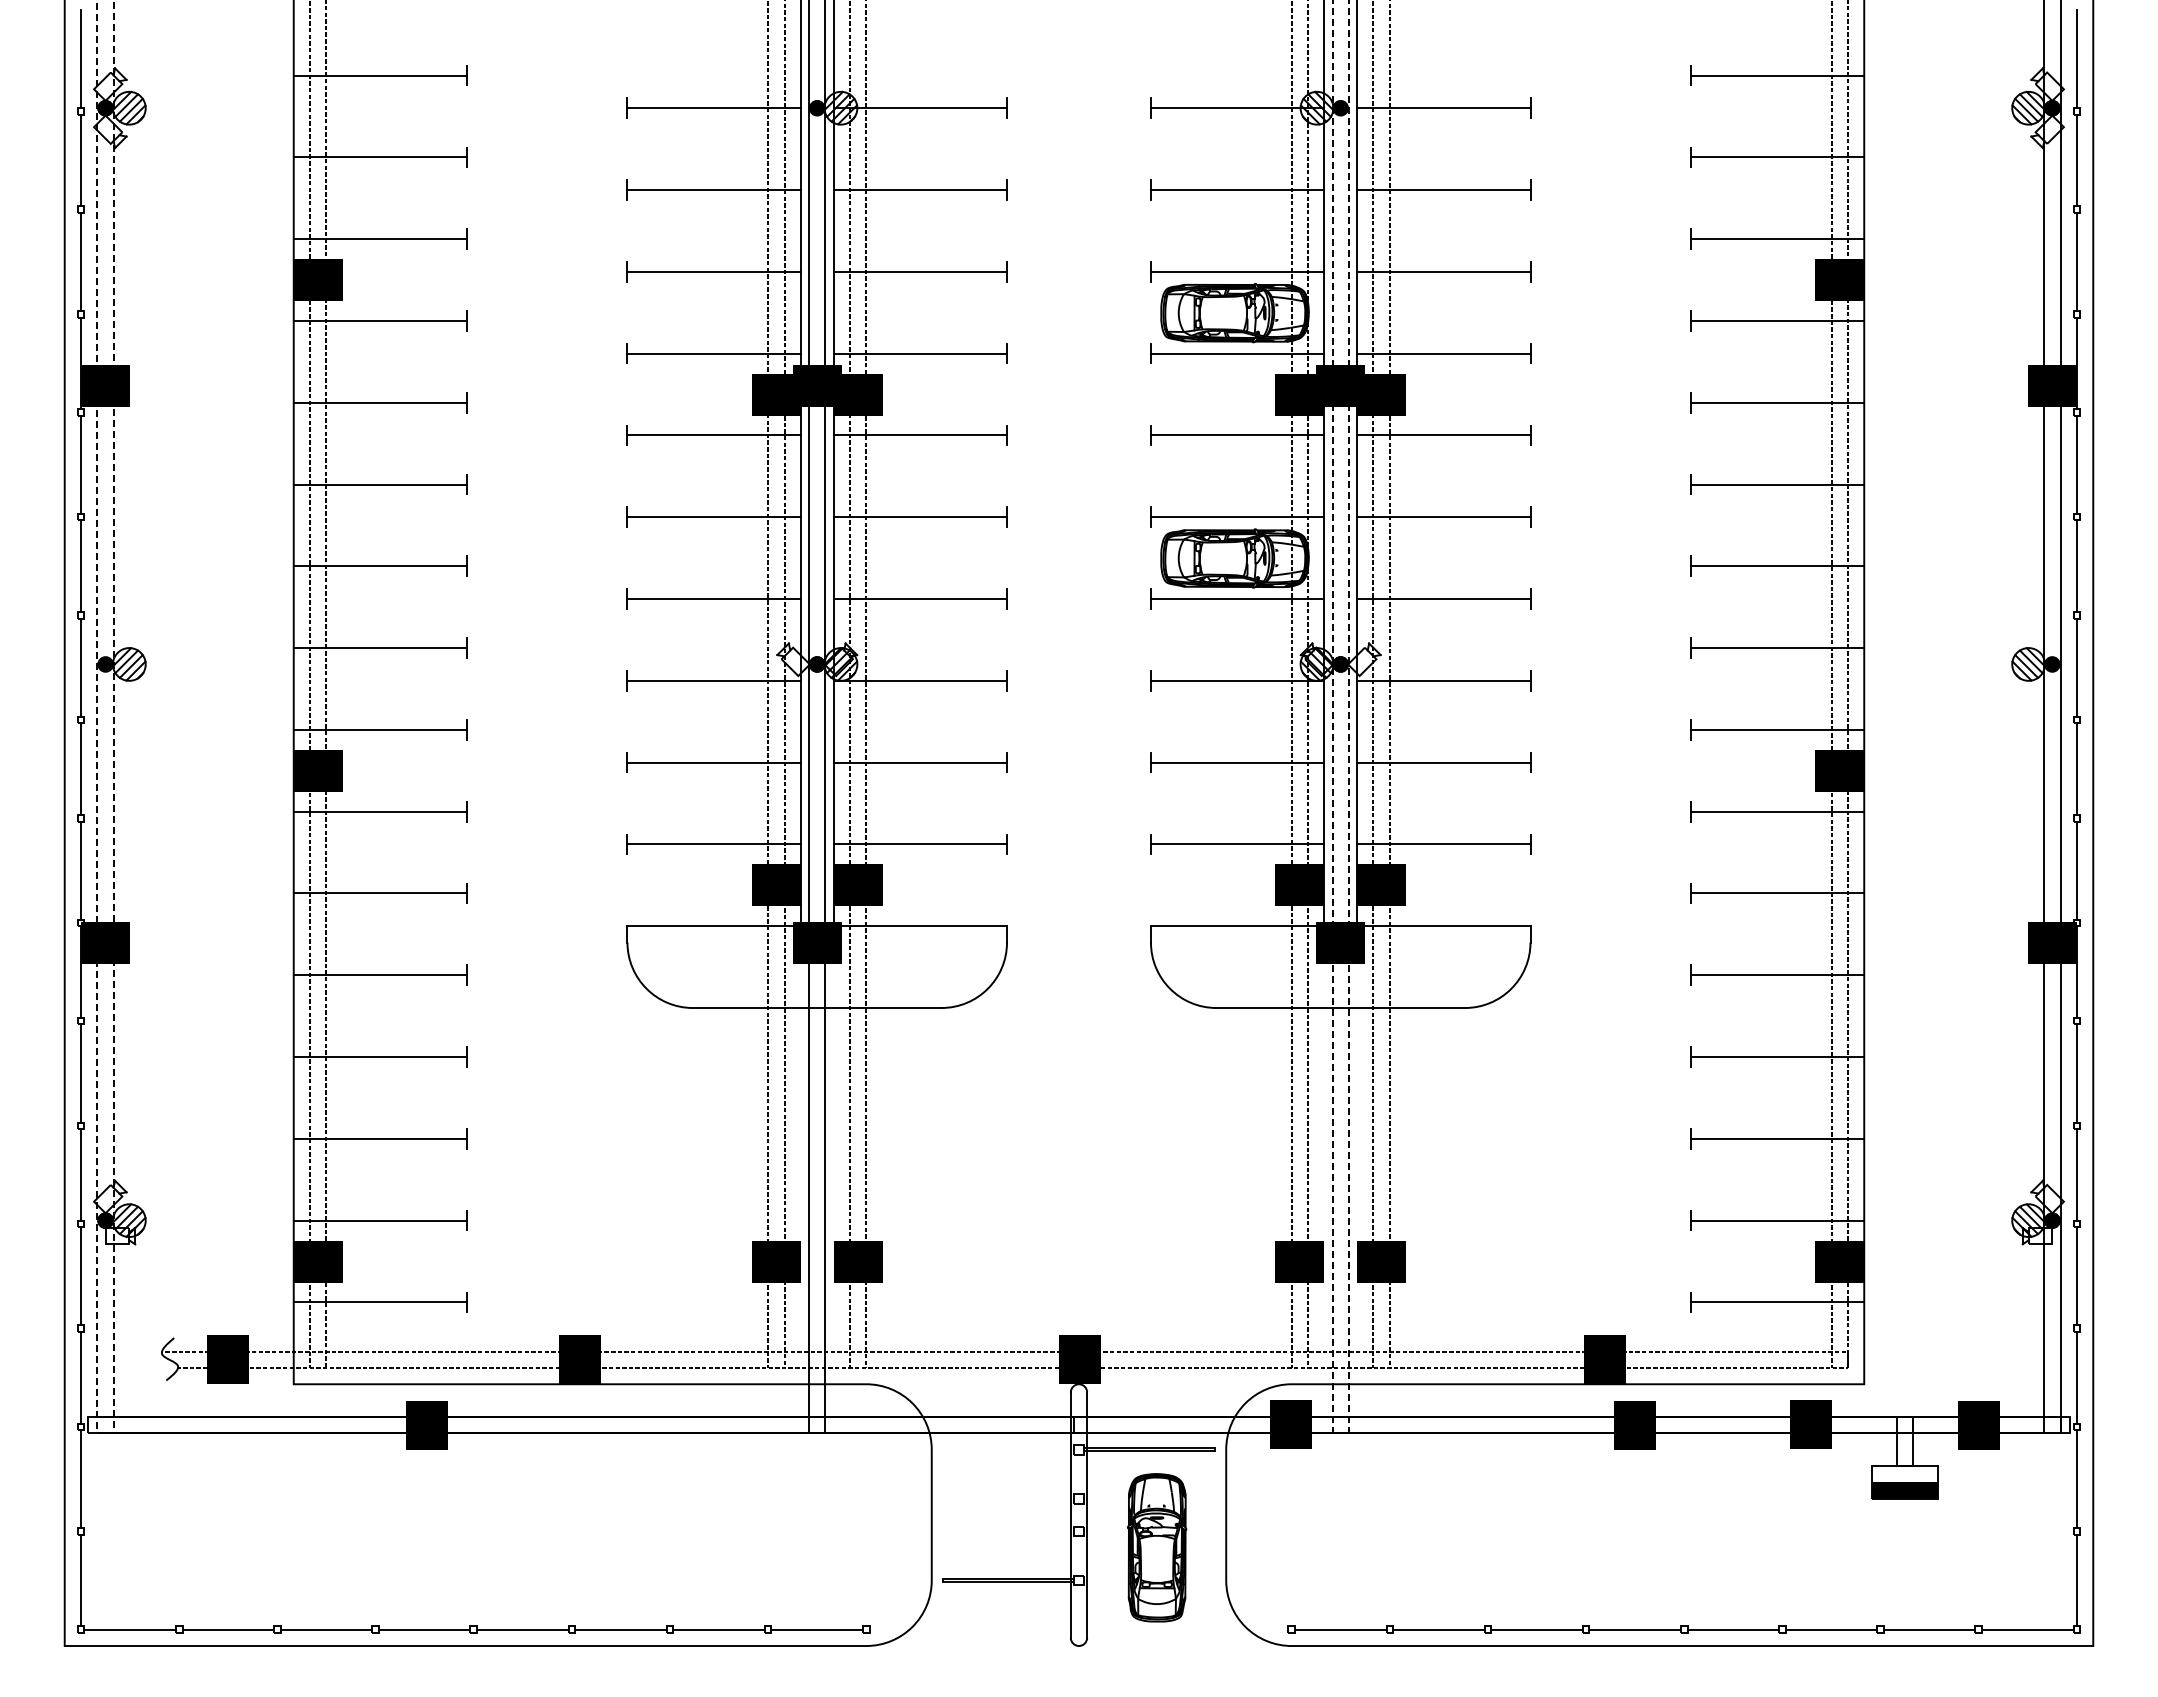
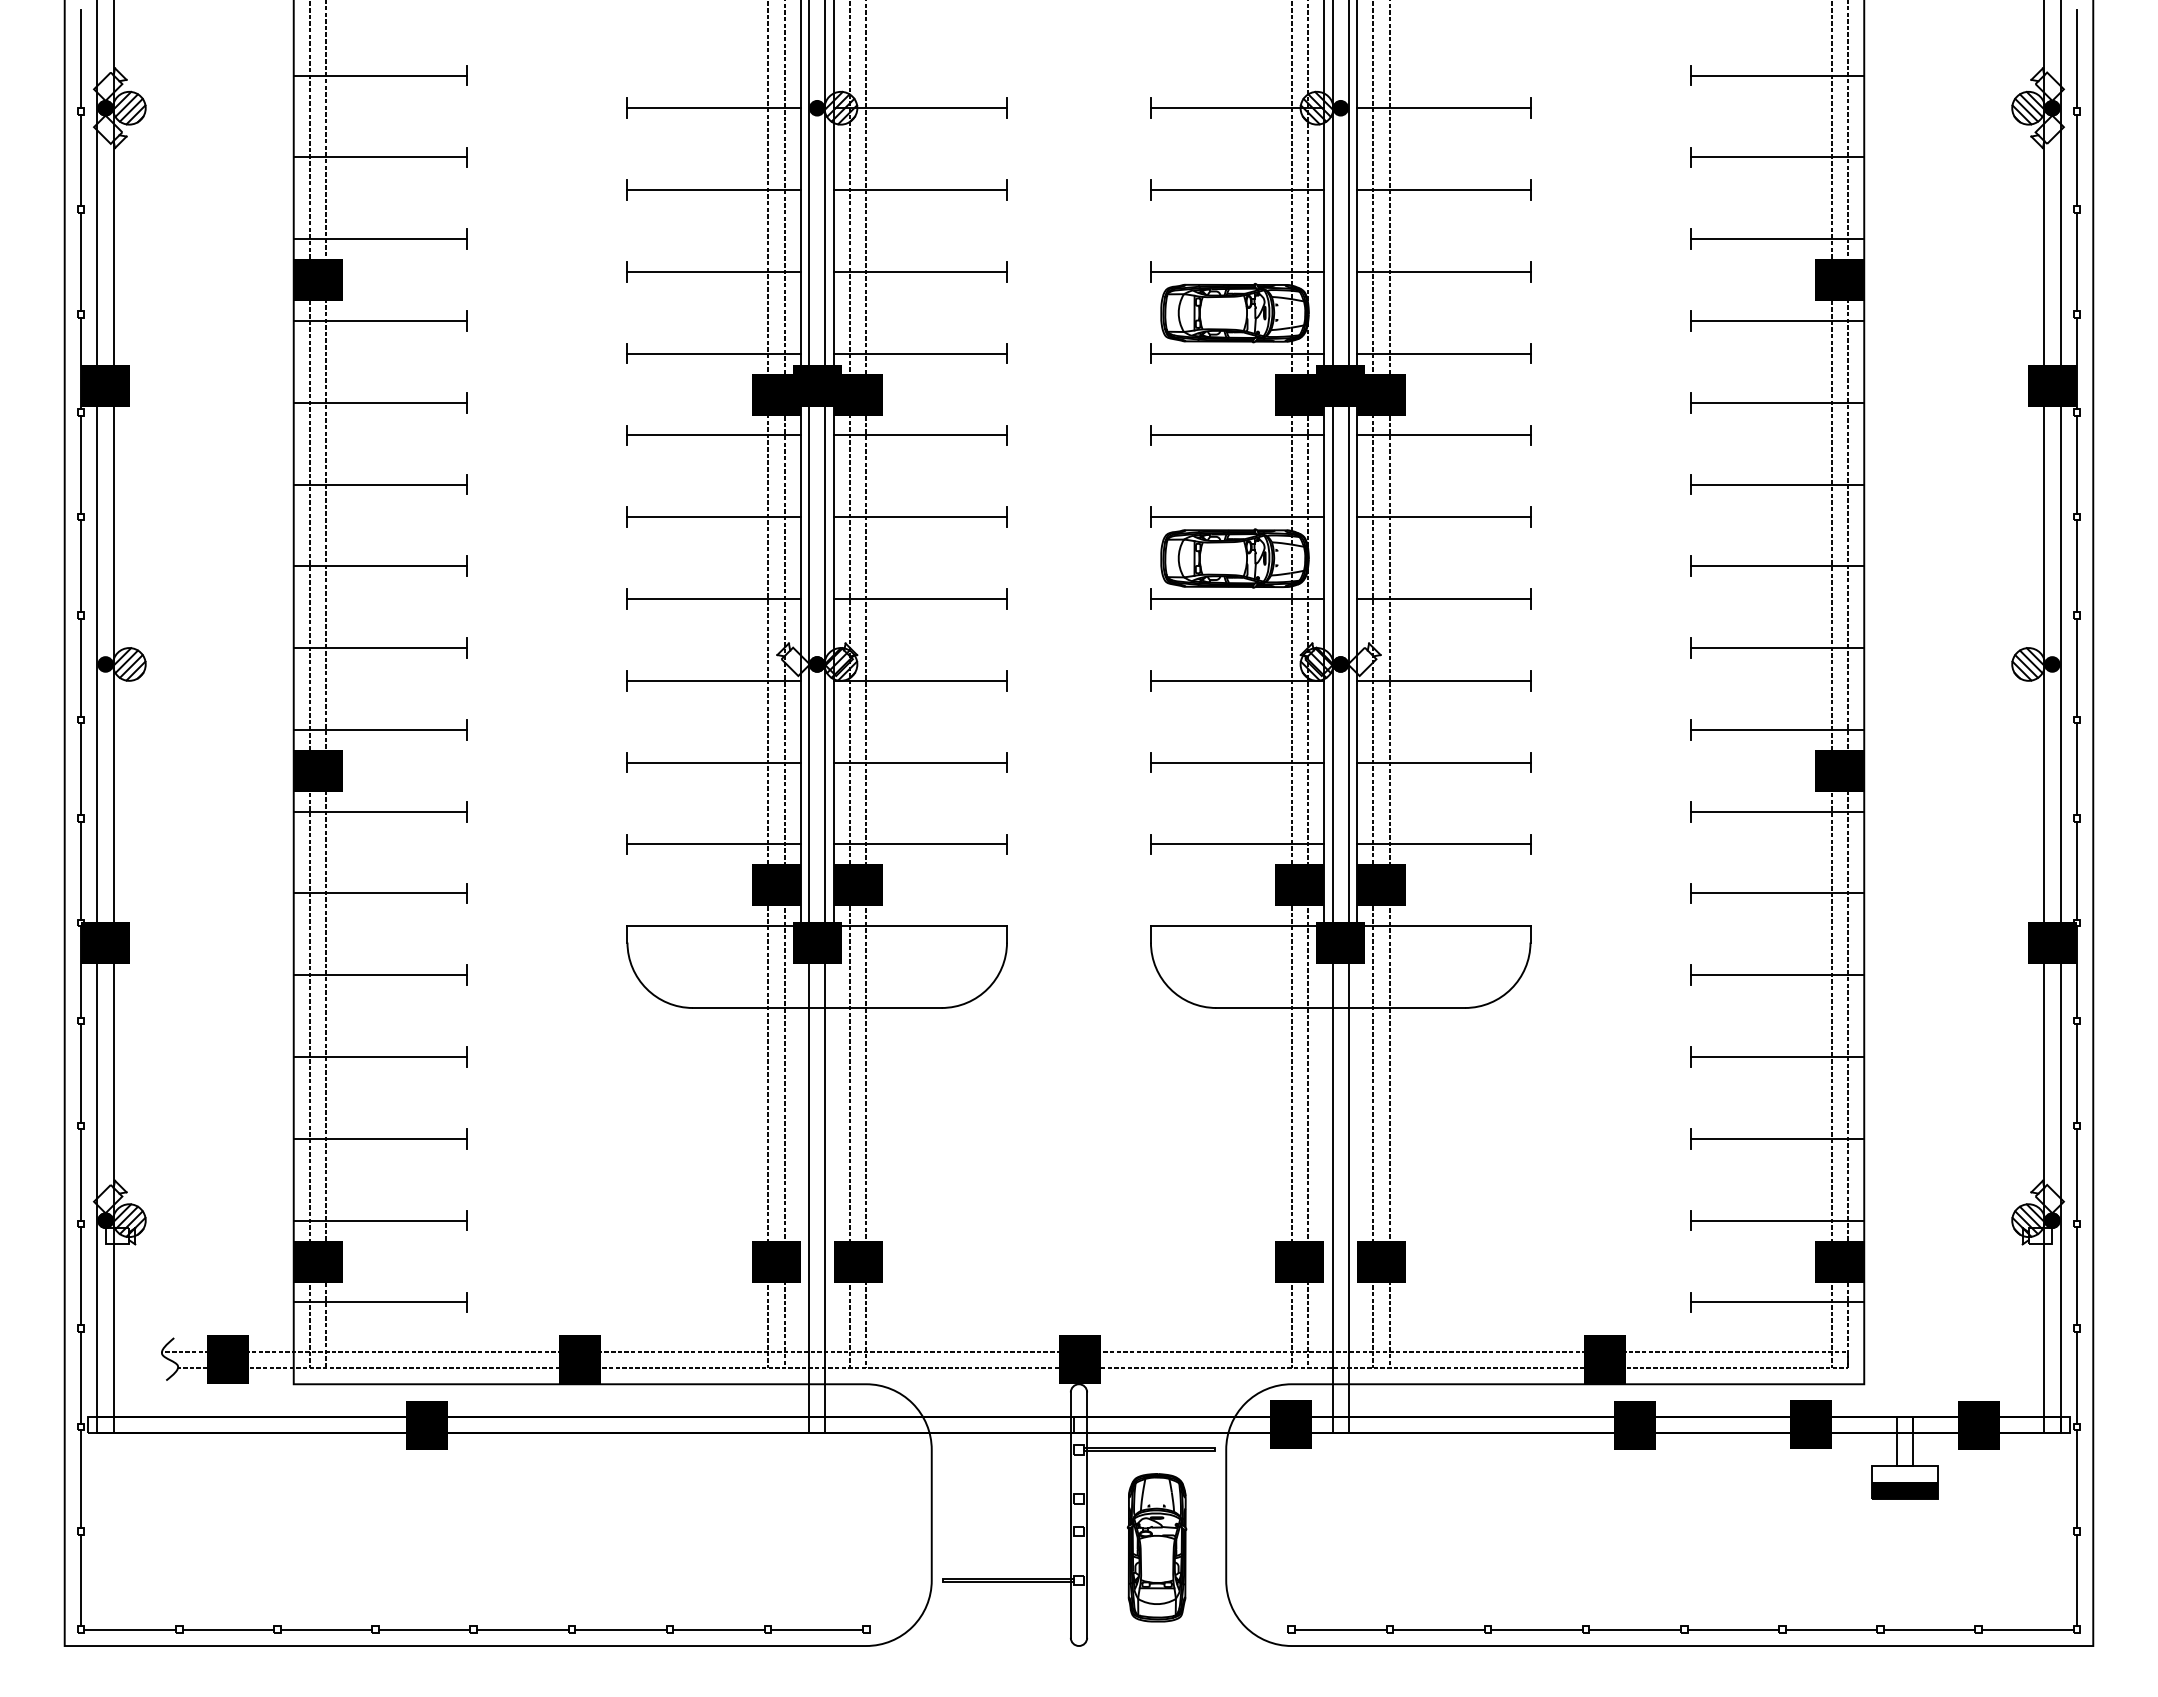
line at (106, 1433): dashed -> solid
line at (1341, 1433): dashed -> solid
